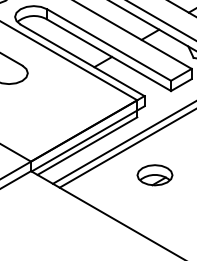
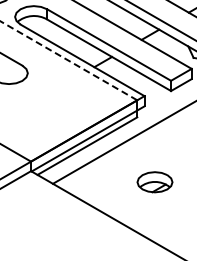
line at (68, 60): solid -> dashed
line at (126, 148): present -> none
part at (154, 175) position: (154, 175) -> (154, 182)
